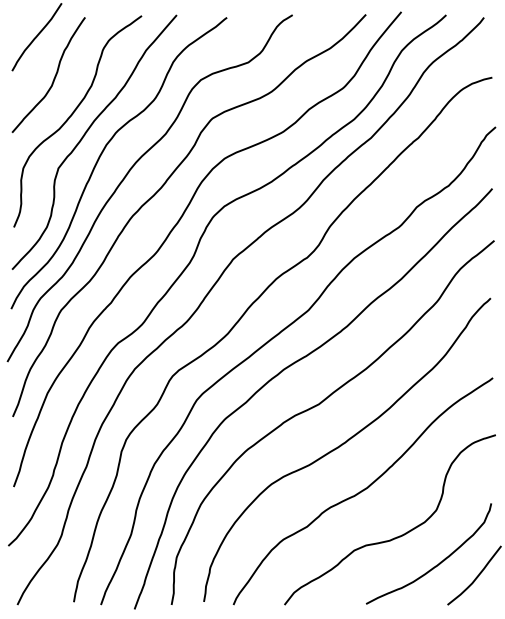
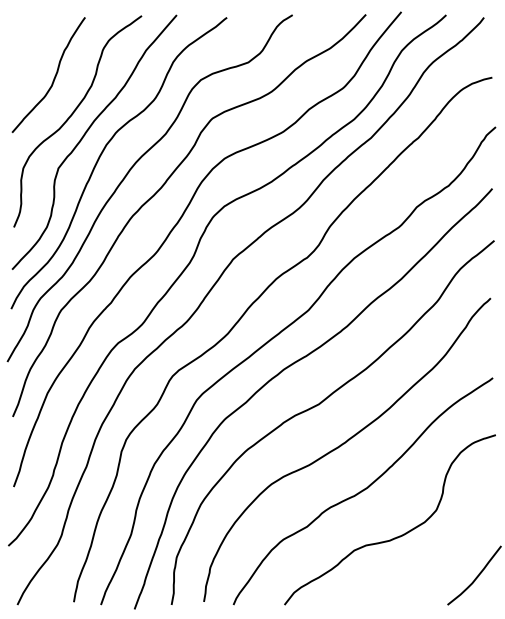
curve at (36, 37): present -> none
curve at (435, 565): present -> none
